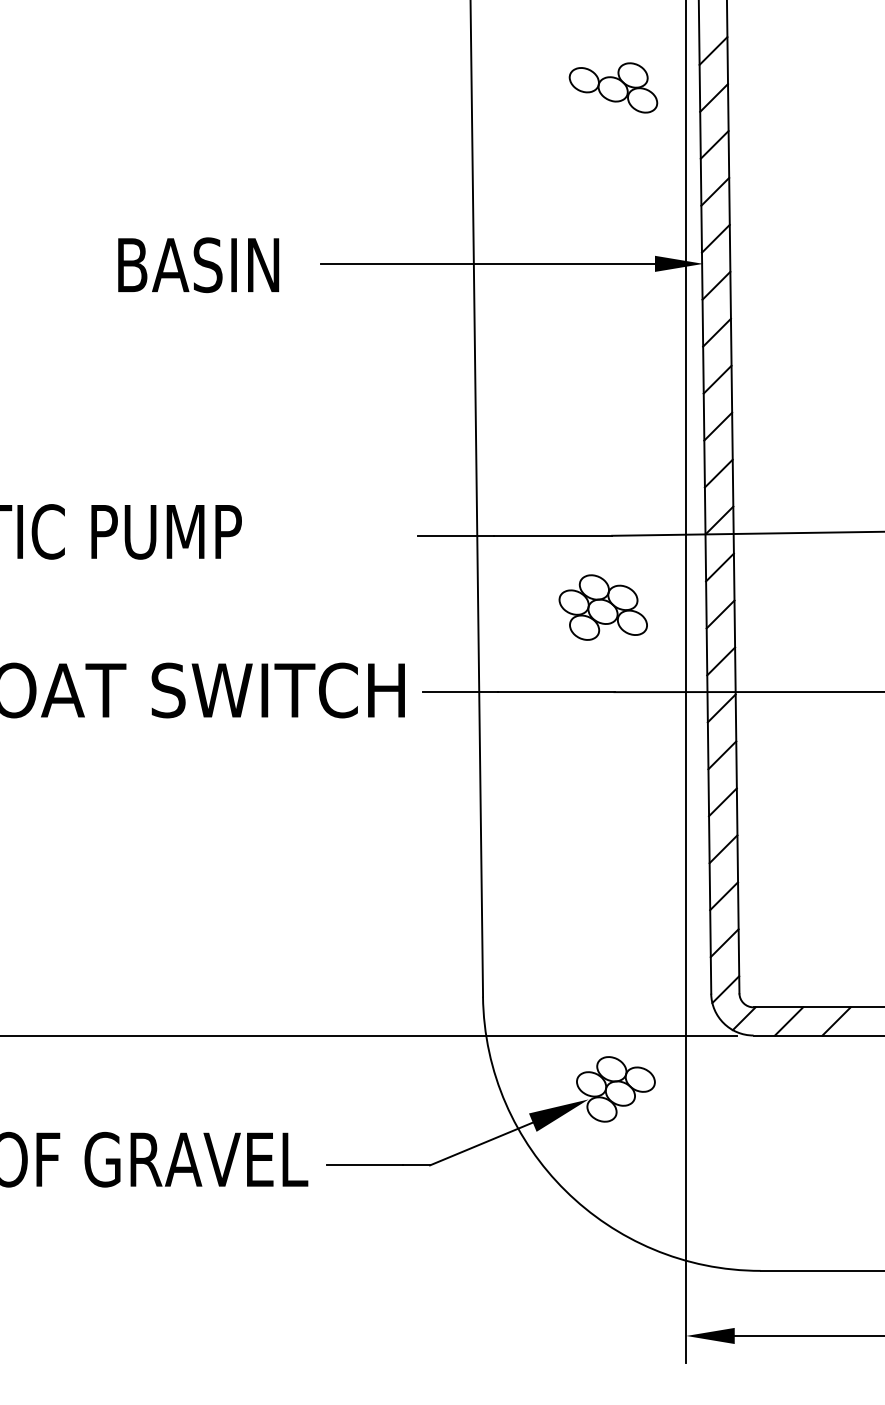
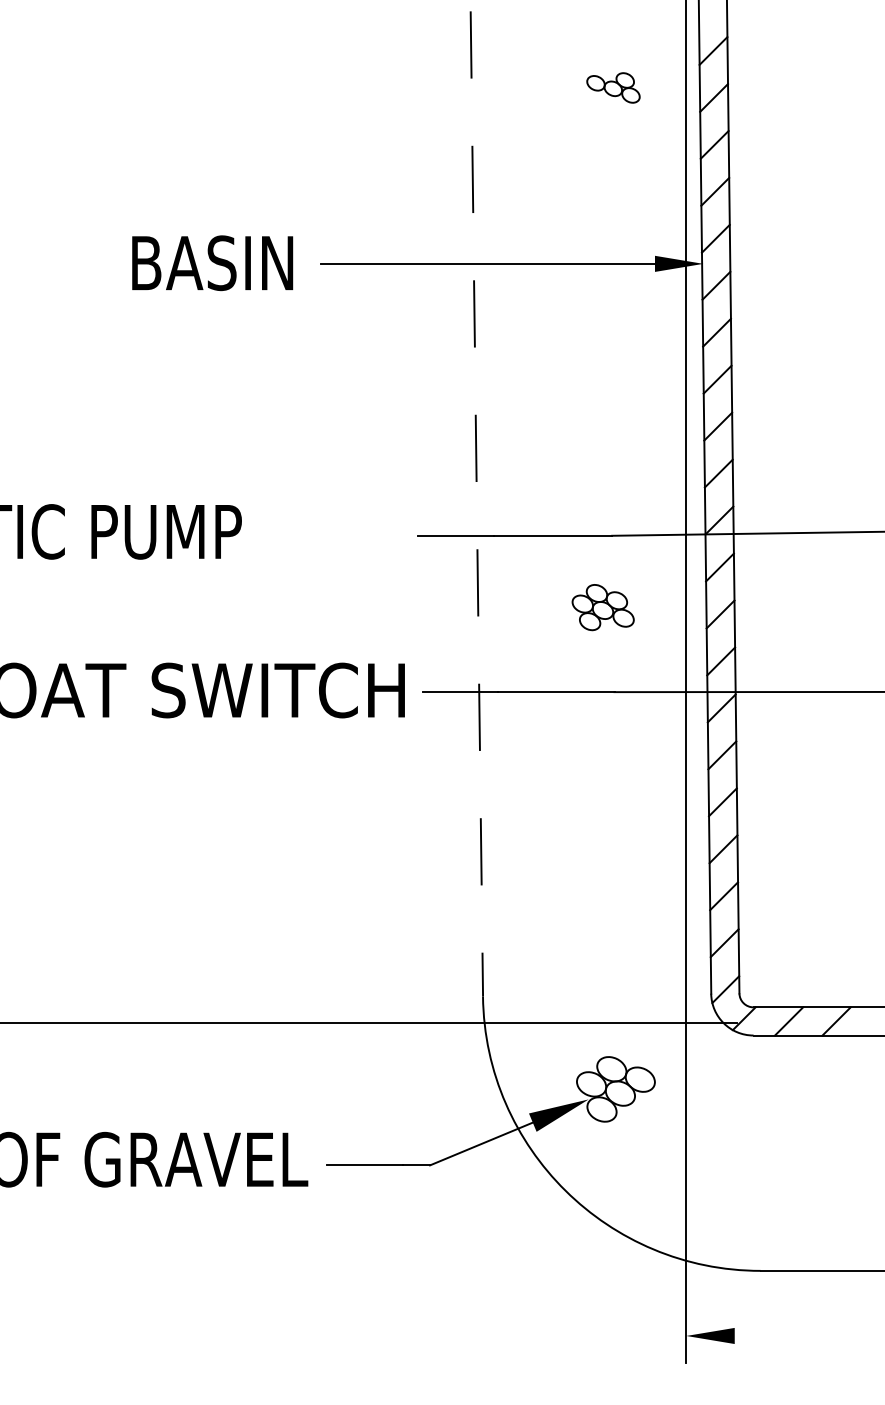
part at (613, 87) size: 91x52 px -> 55x32 px
text at (198, 265) position: (198, 265) -> (212, 263)
line at (476, 498): solid -> dashed
part at (602, 607) size: 90x67 px -> 64x48 px
line at (369, 1035) position: (369, 1035) -> (369, 1022)
line at (807, 1335): present -> none
